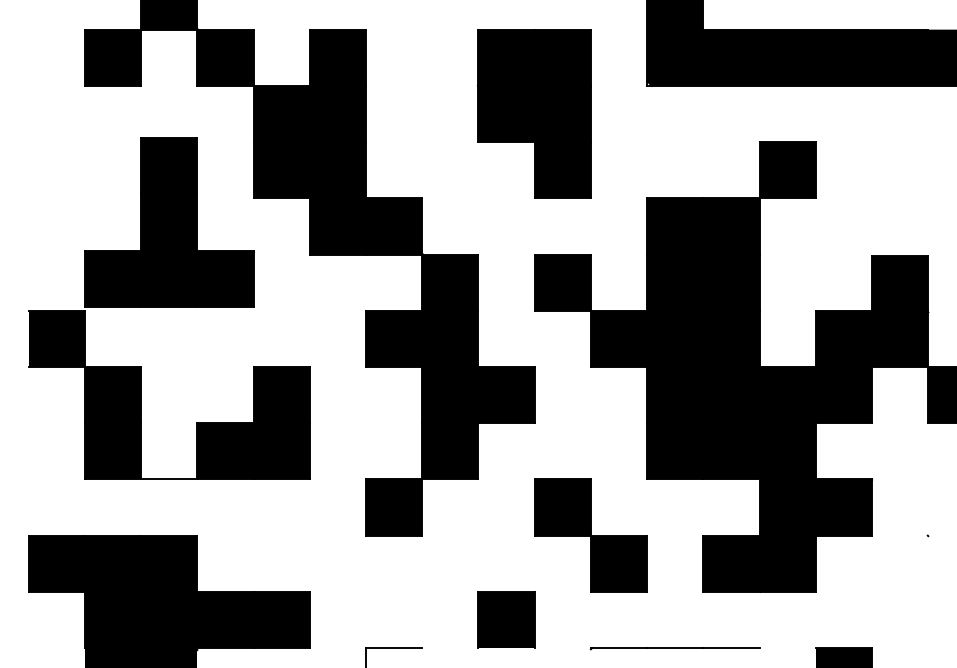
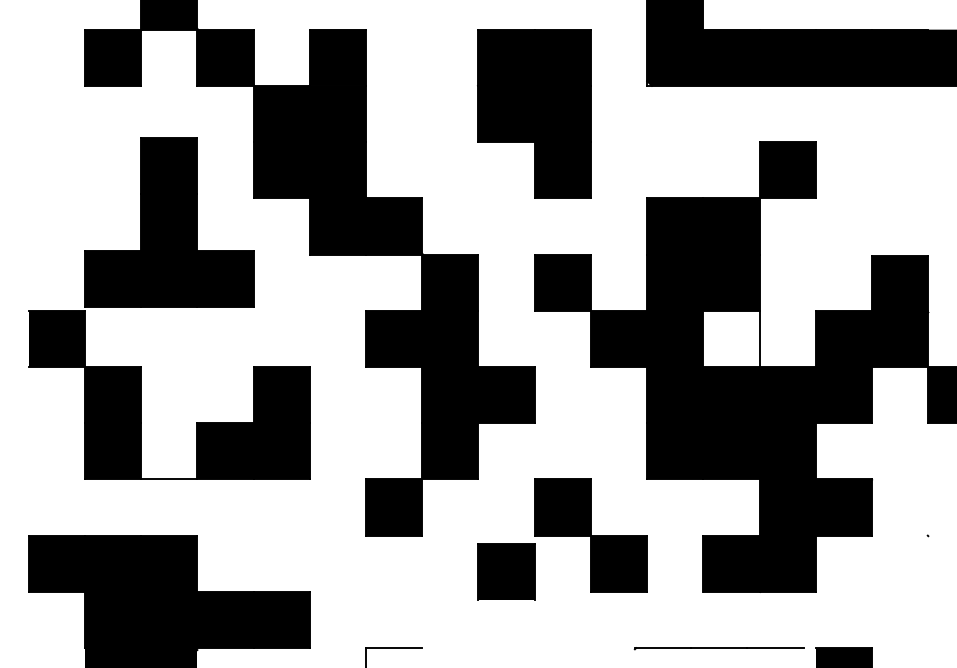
fill at (731, 338): present -> none
part at (506, 619) position: (506, 619) -> (506, 571)
part at (674, 648) position: (674, 648) -> (718, 648)
